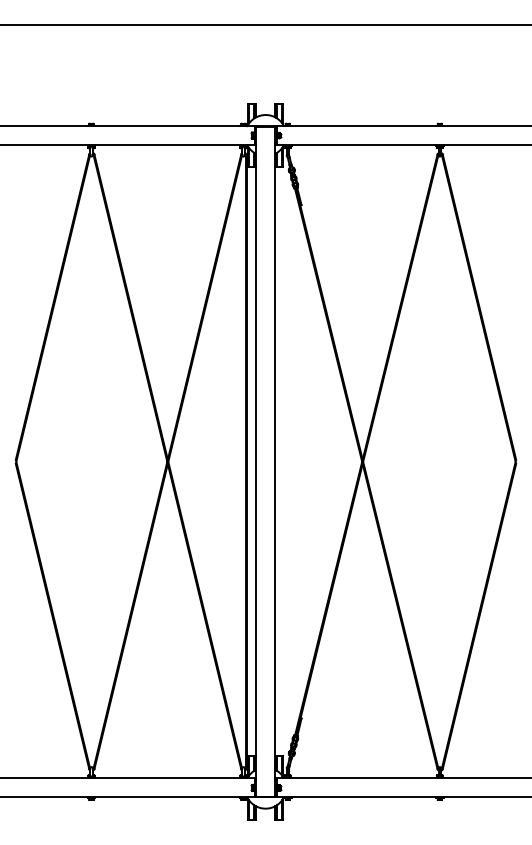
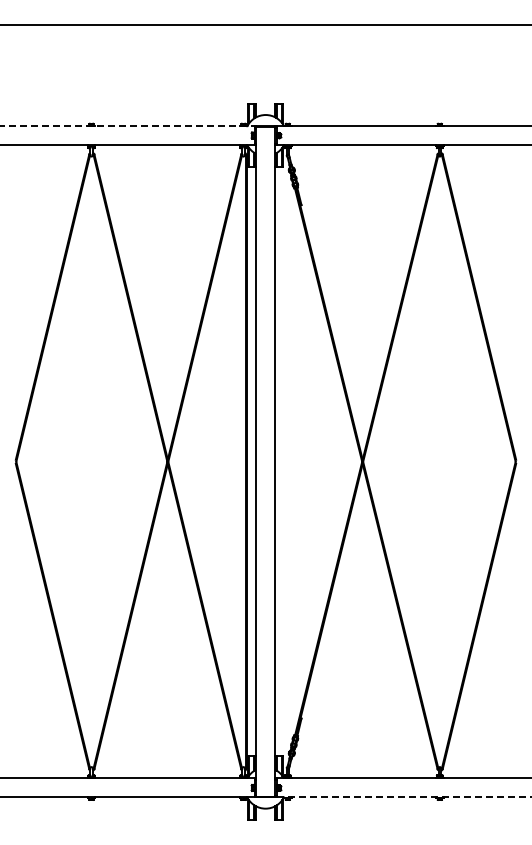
line at (127, 126): solid -> dashed
line at (404, 797): solid -> dashed
